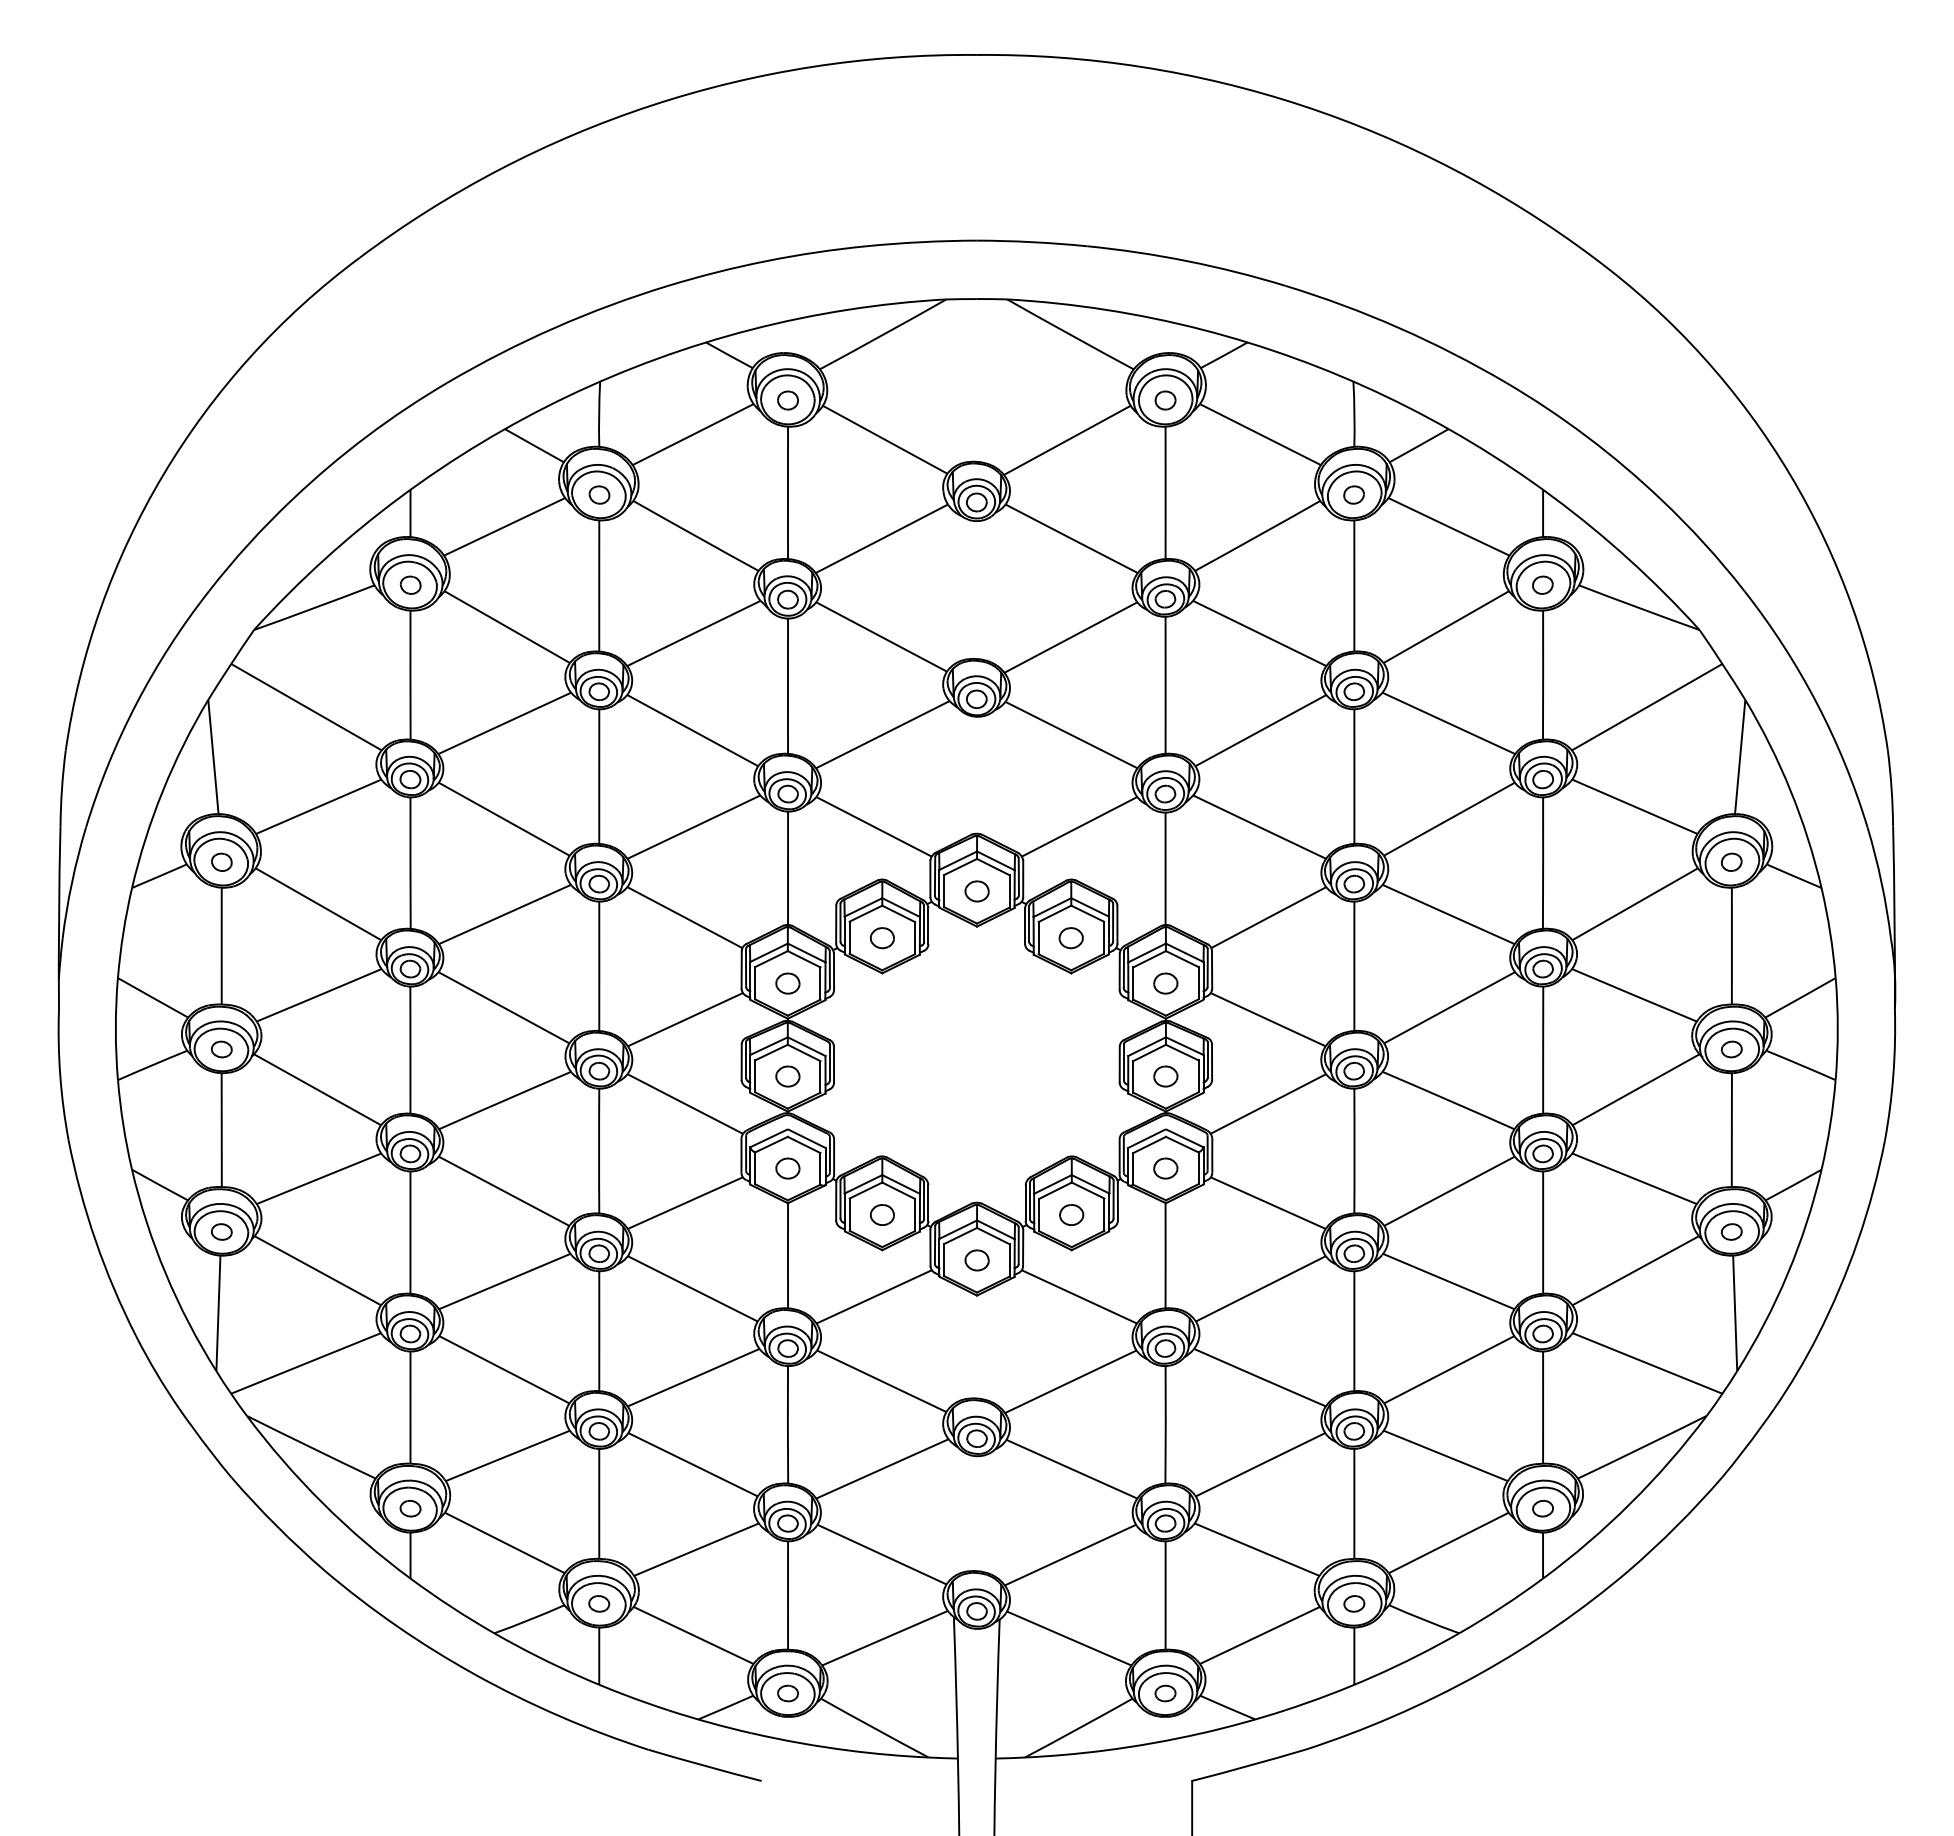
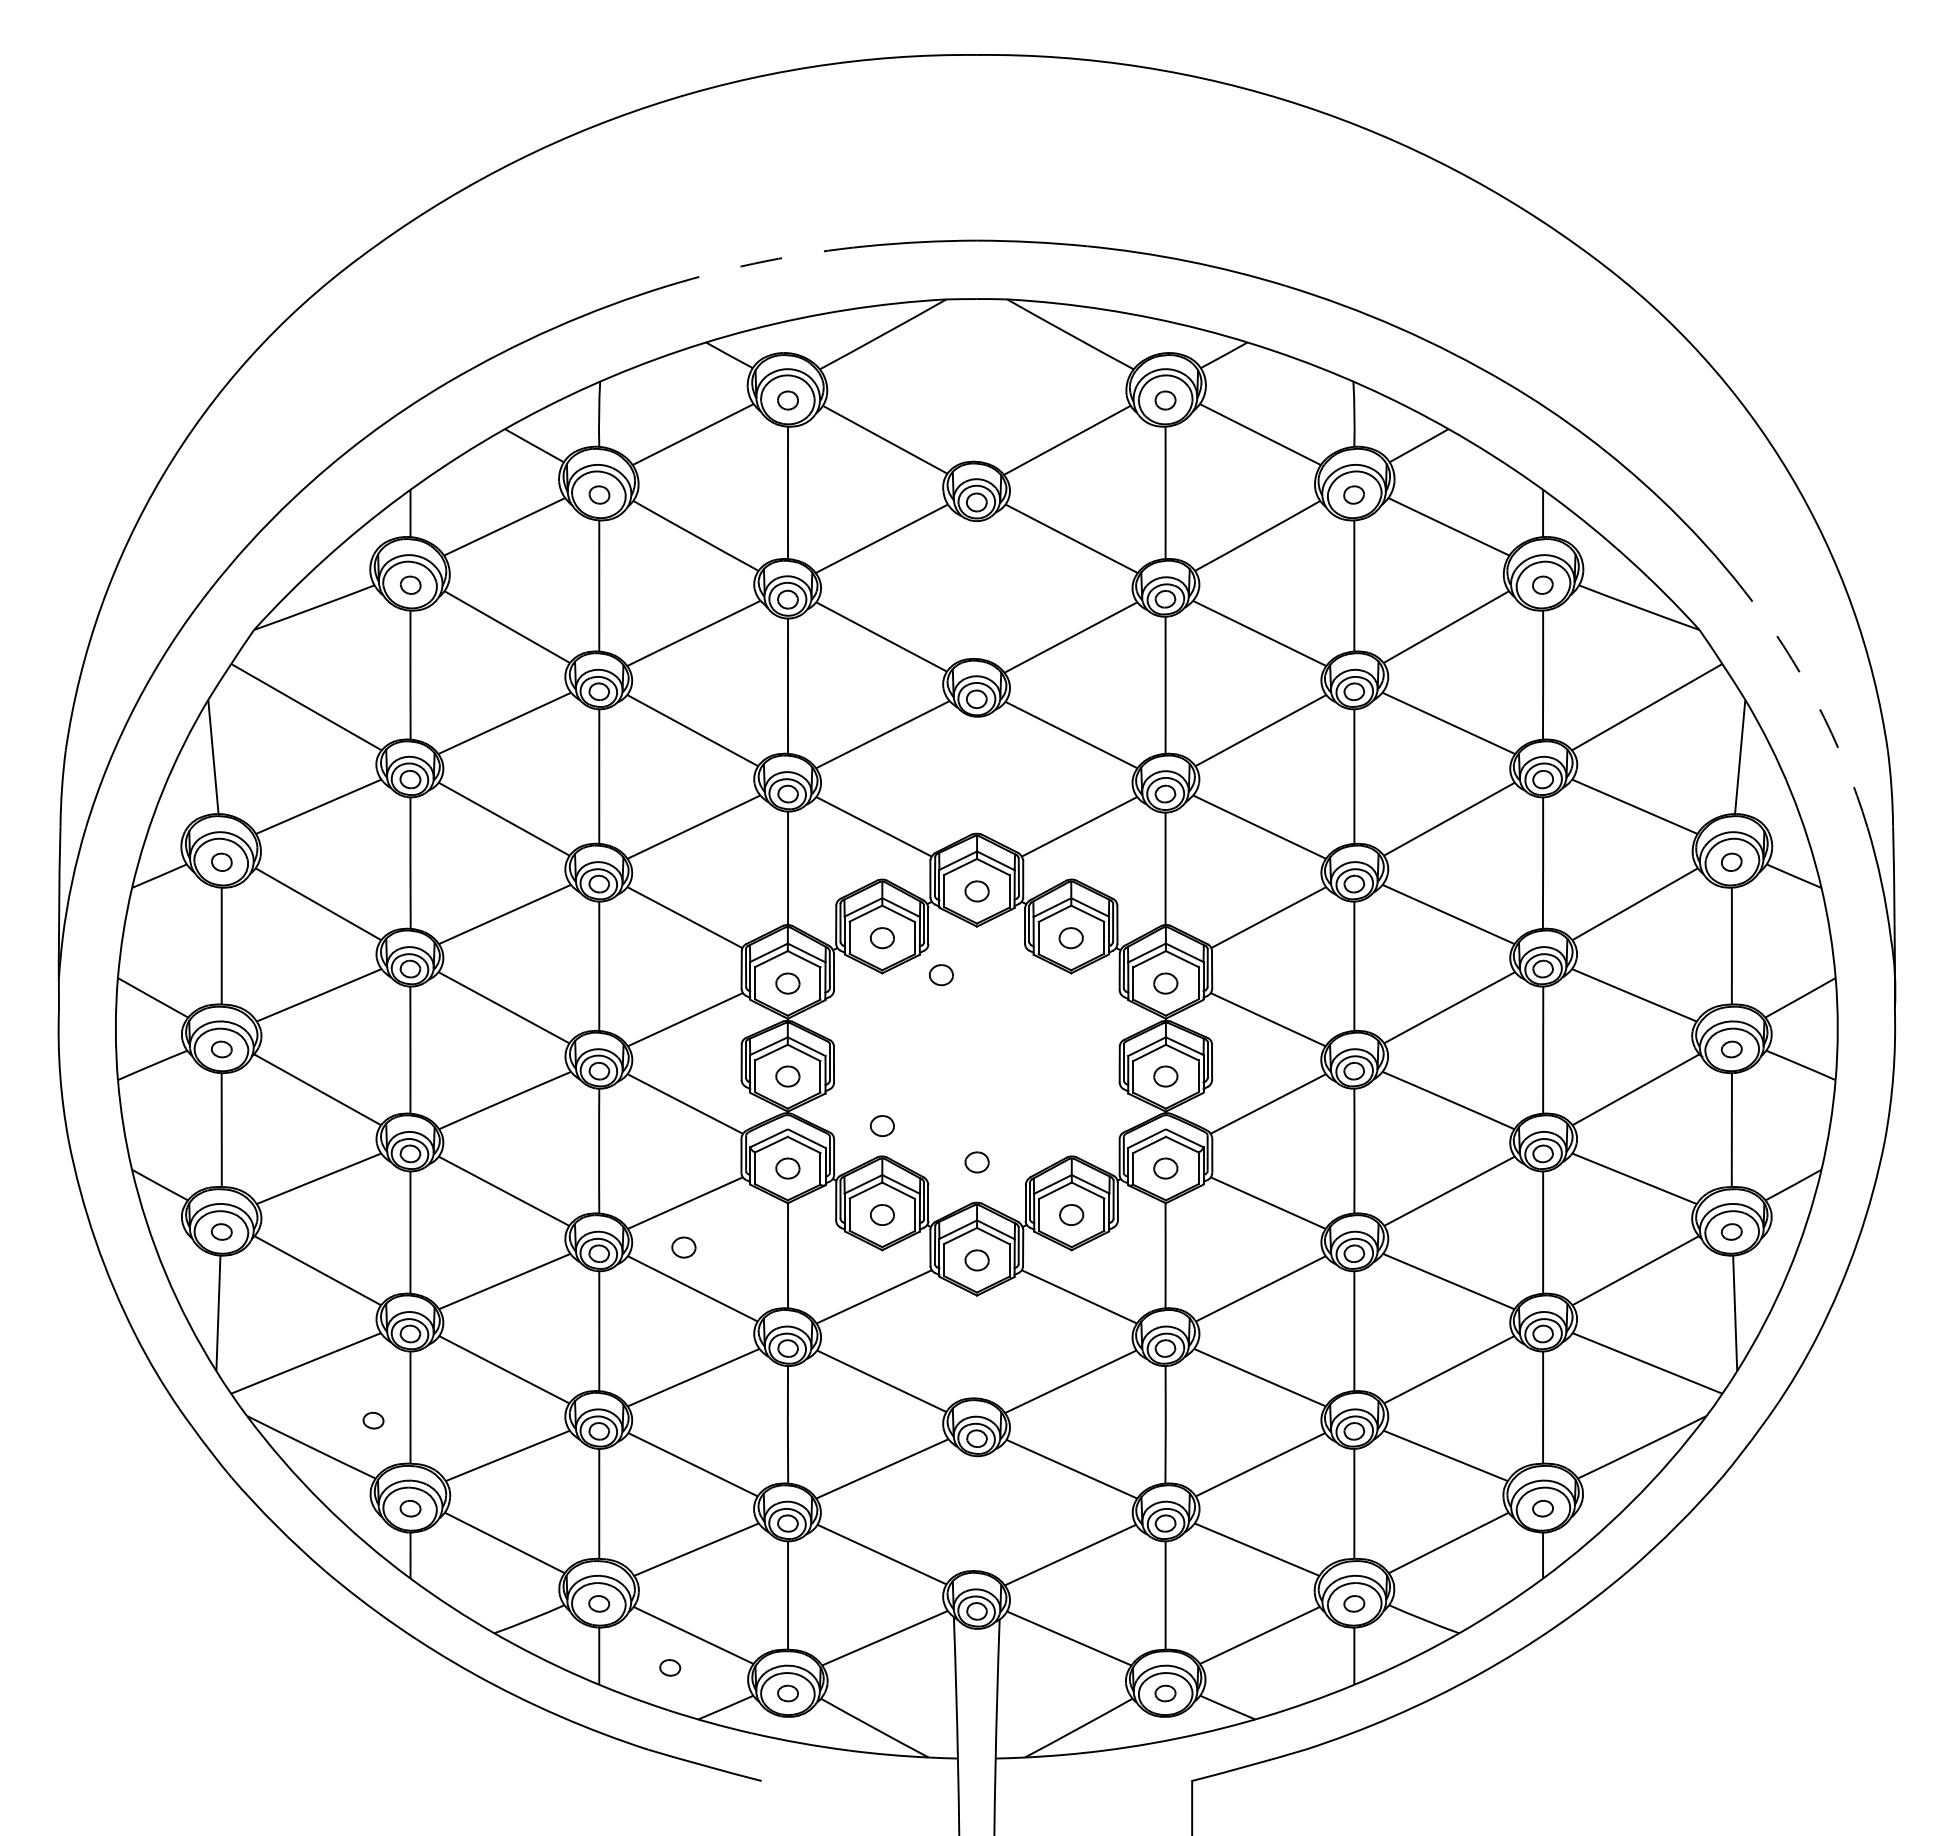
arc at (766, 261): solid -> dashed
arc at (1816, 703): solid -> dashed
part at (941, 975): none -> present
part at (882, 1125): none -> present
part at (976, 1162): none -> present
part at (683, 1247): none -> present
part at (373, 1420): none -> present
part at (670, 1667): none -> present
